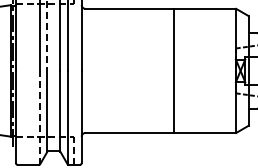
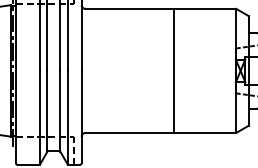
line at (47, 35): dashed -> solid
line at (39, 117): dashed -> solid
